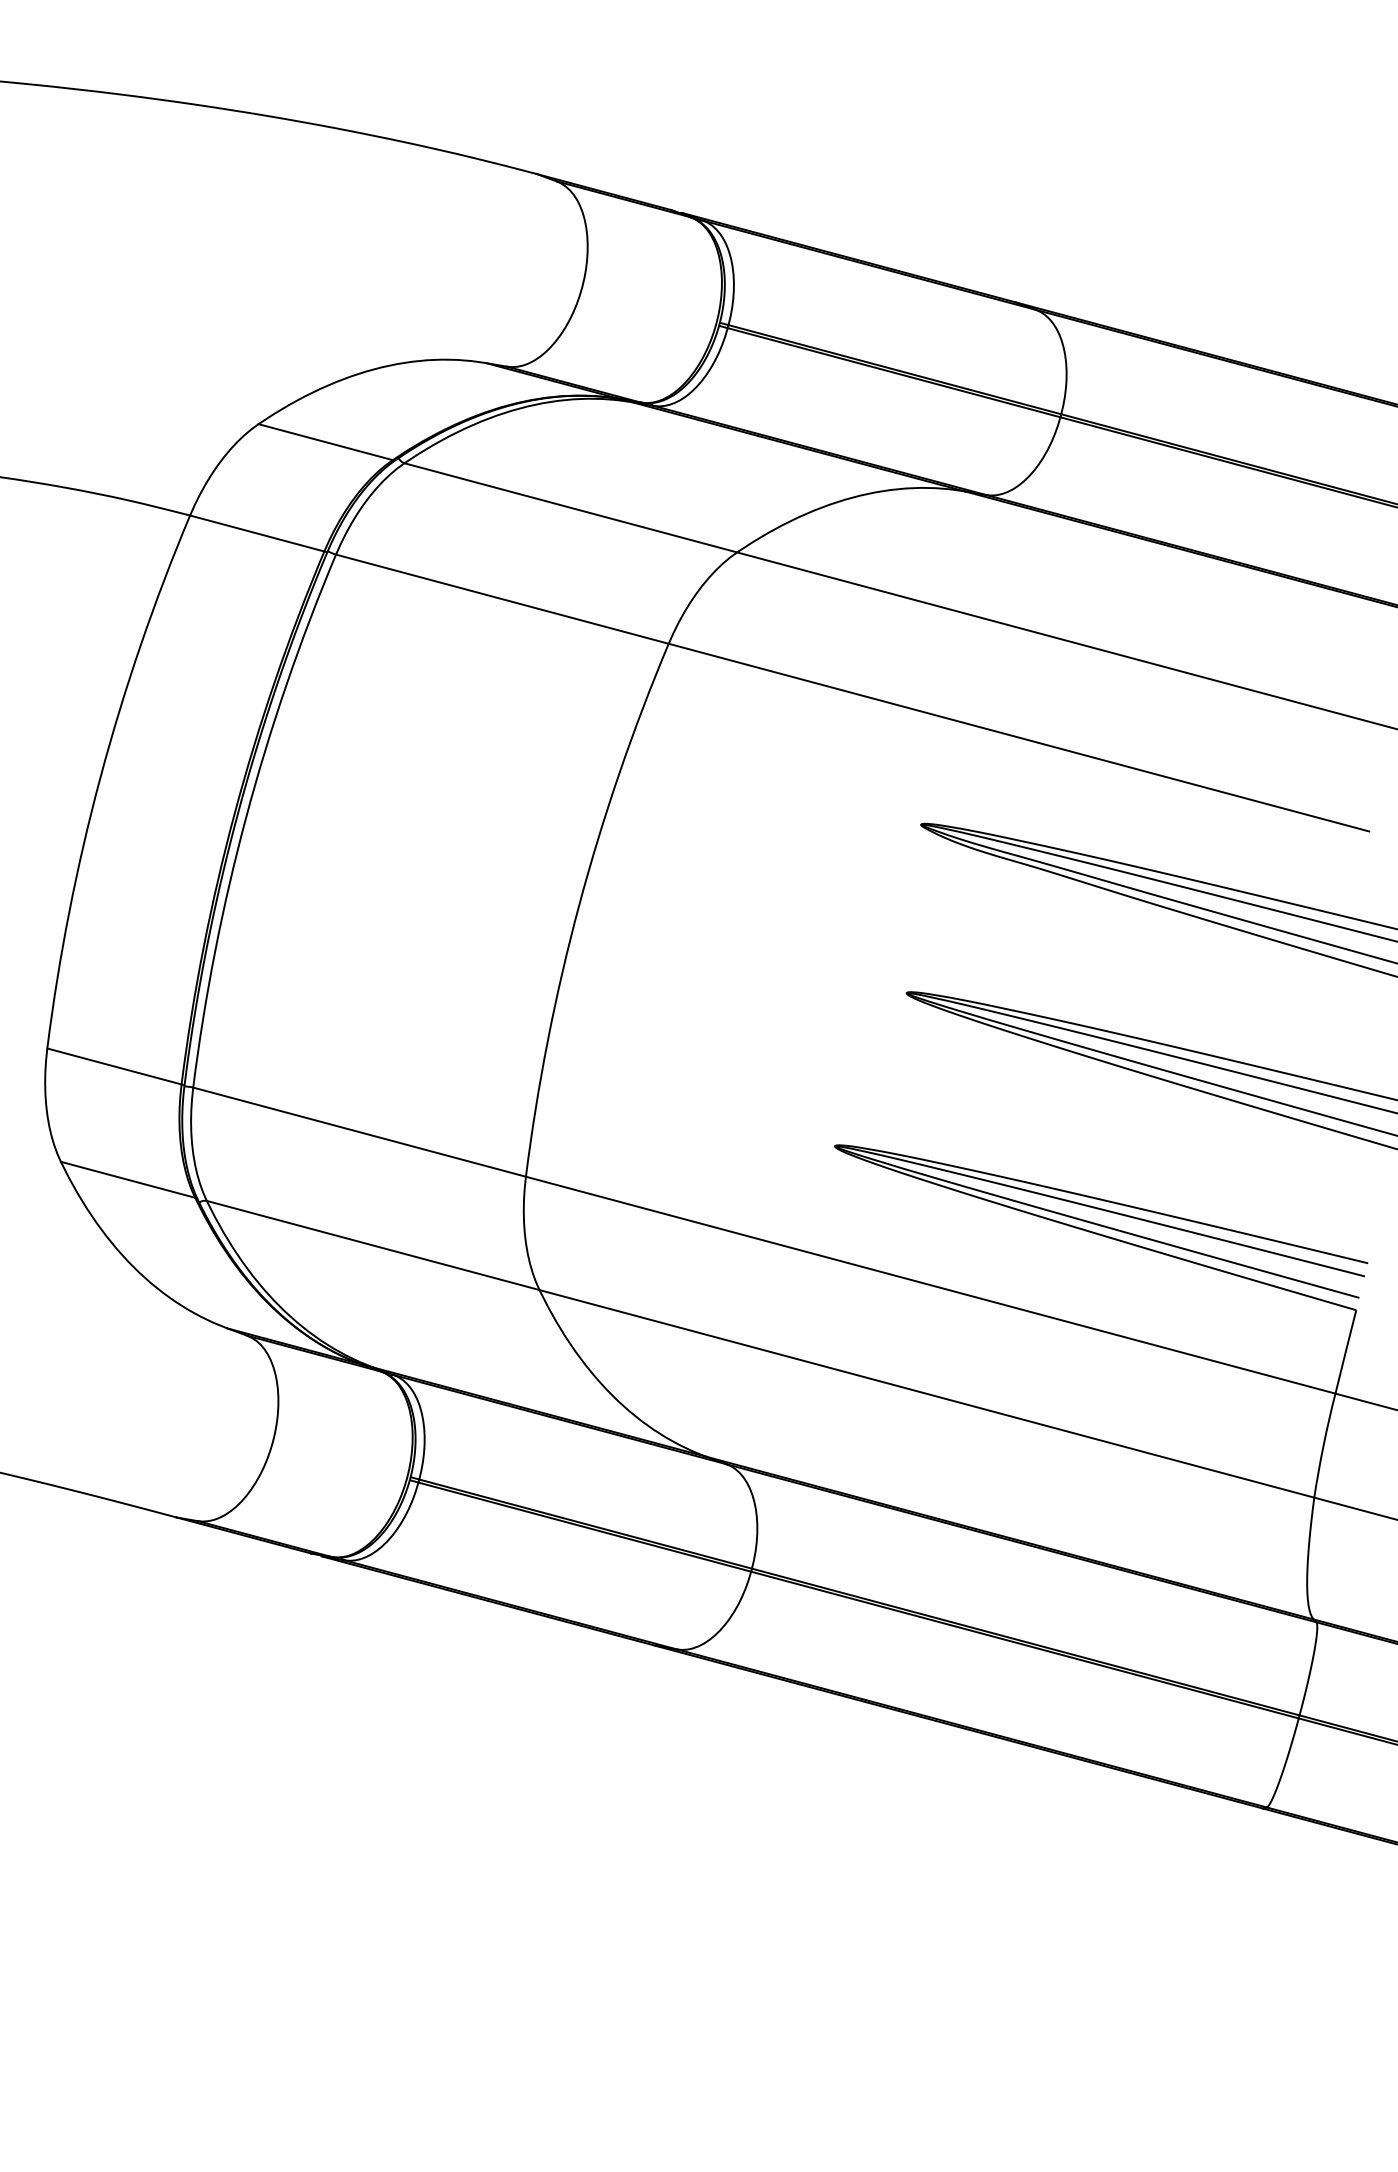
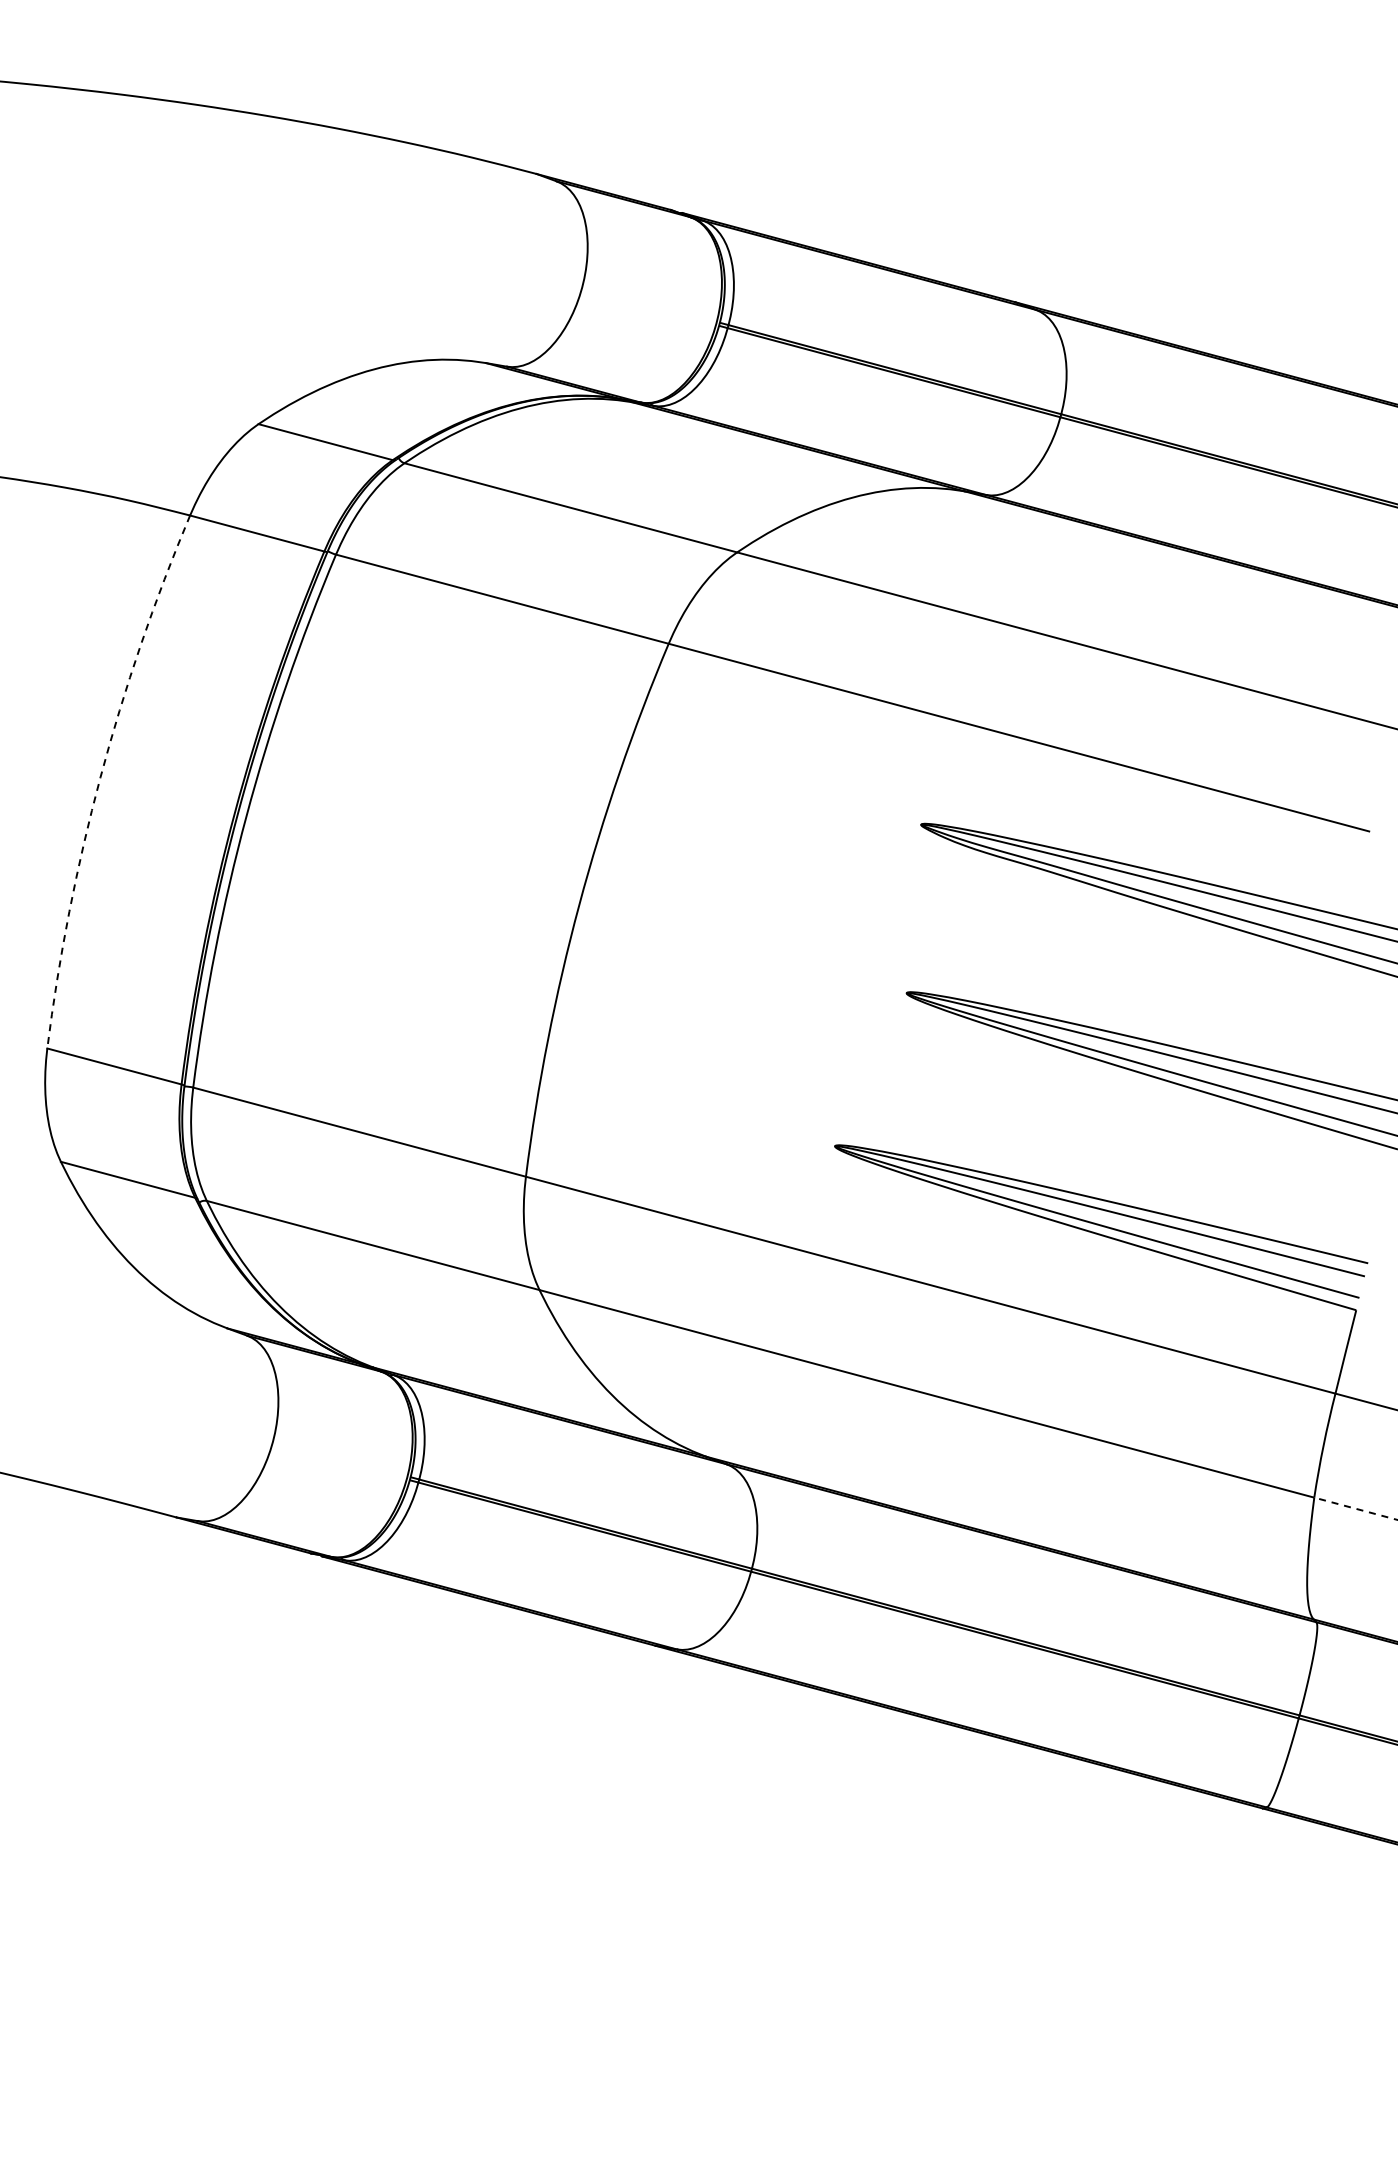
arc at (100, 777): solid -> dashed
line at (1355, 1508): solid -> dashed
